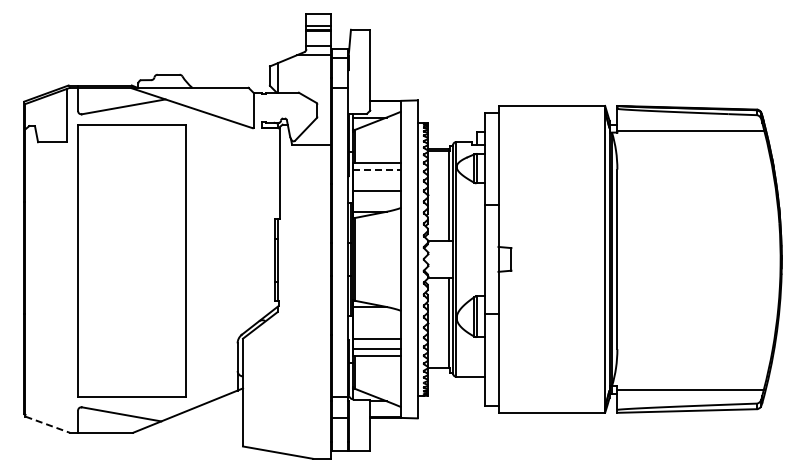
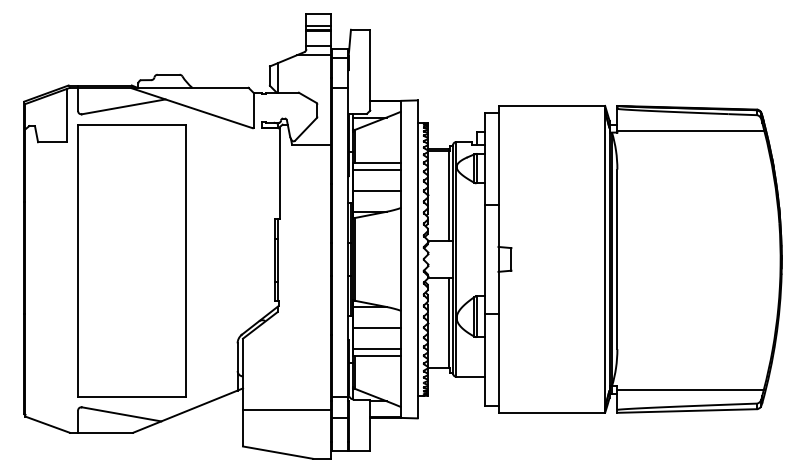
line at (377, 170): dashed -> solid
line at (377, 339) position: (377, 339) -> (377, 328)
line at (287, 410): none -> present
line at (47, 424): dashed -> solid
